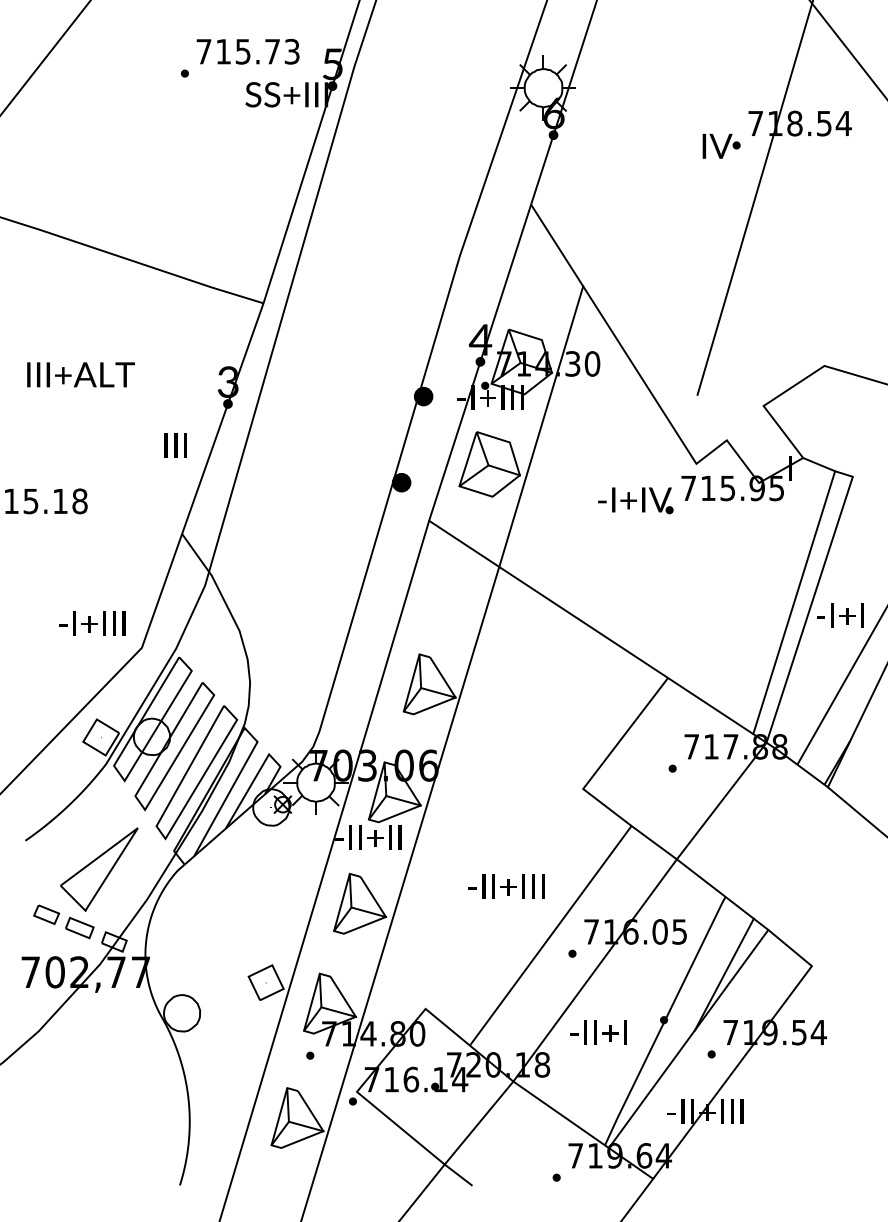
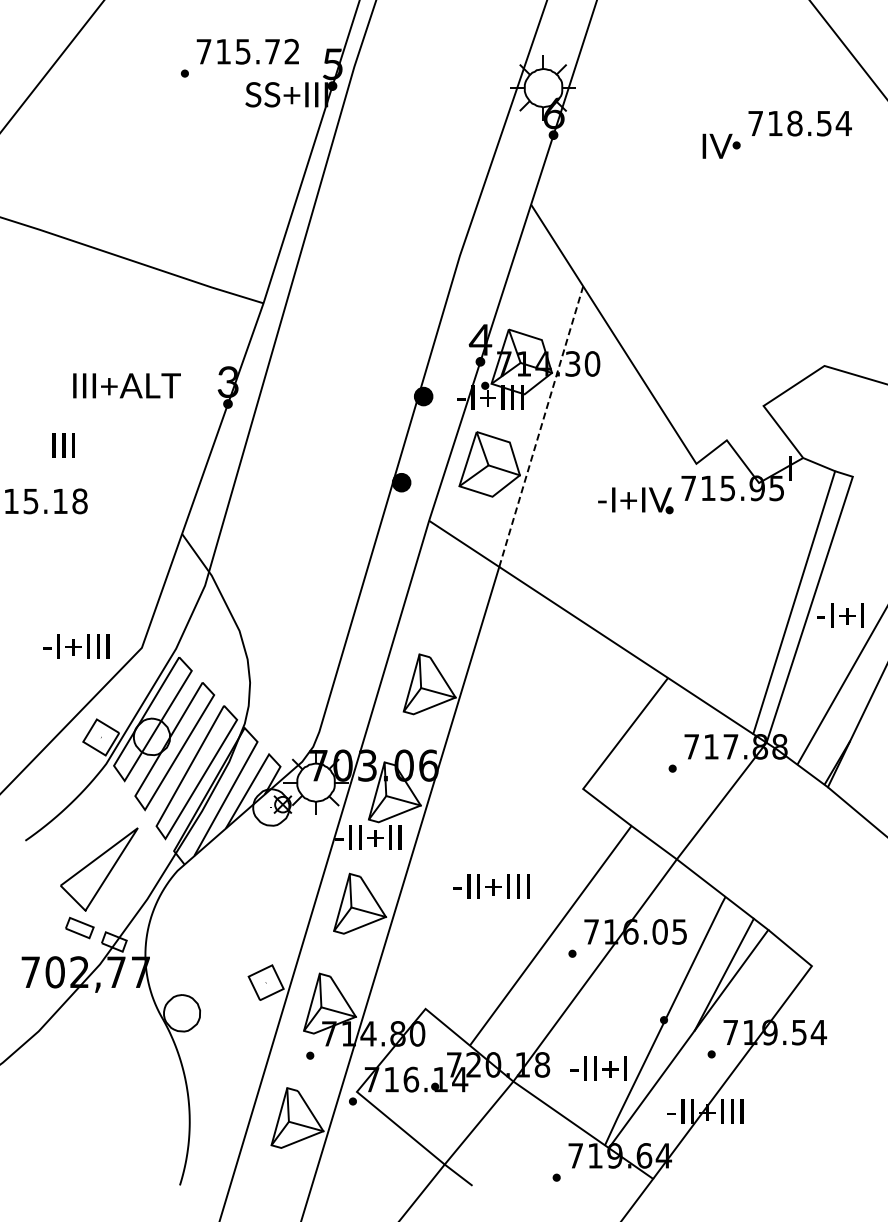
text at (291, 51): 715.73 -> 715.72
line at (45, 57) position: (45, 57) -> (52, 66)
line at (754, 198): present -> none
text at (80, 374) position: (80, 374) -> (126, 385)
line at (541, 426): solid -> dashed
text at (175, 445) position: (175, 445) -> (63, 445)
text at (92, 623) position: (92, 623) -> (76, 646)
text at (506, 886) position: (506, 886) -> (491, 886)
part at (46, 914): present -> none
text at (598, 1032) position: (598, 1032) -> (598, 1068)
